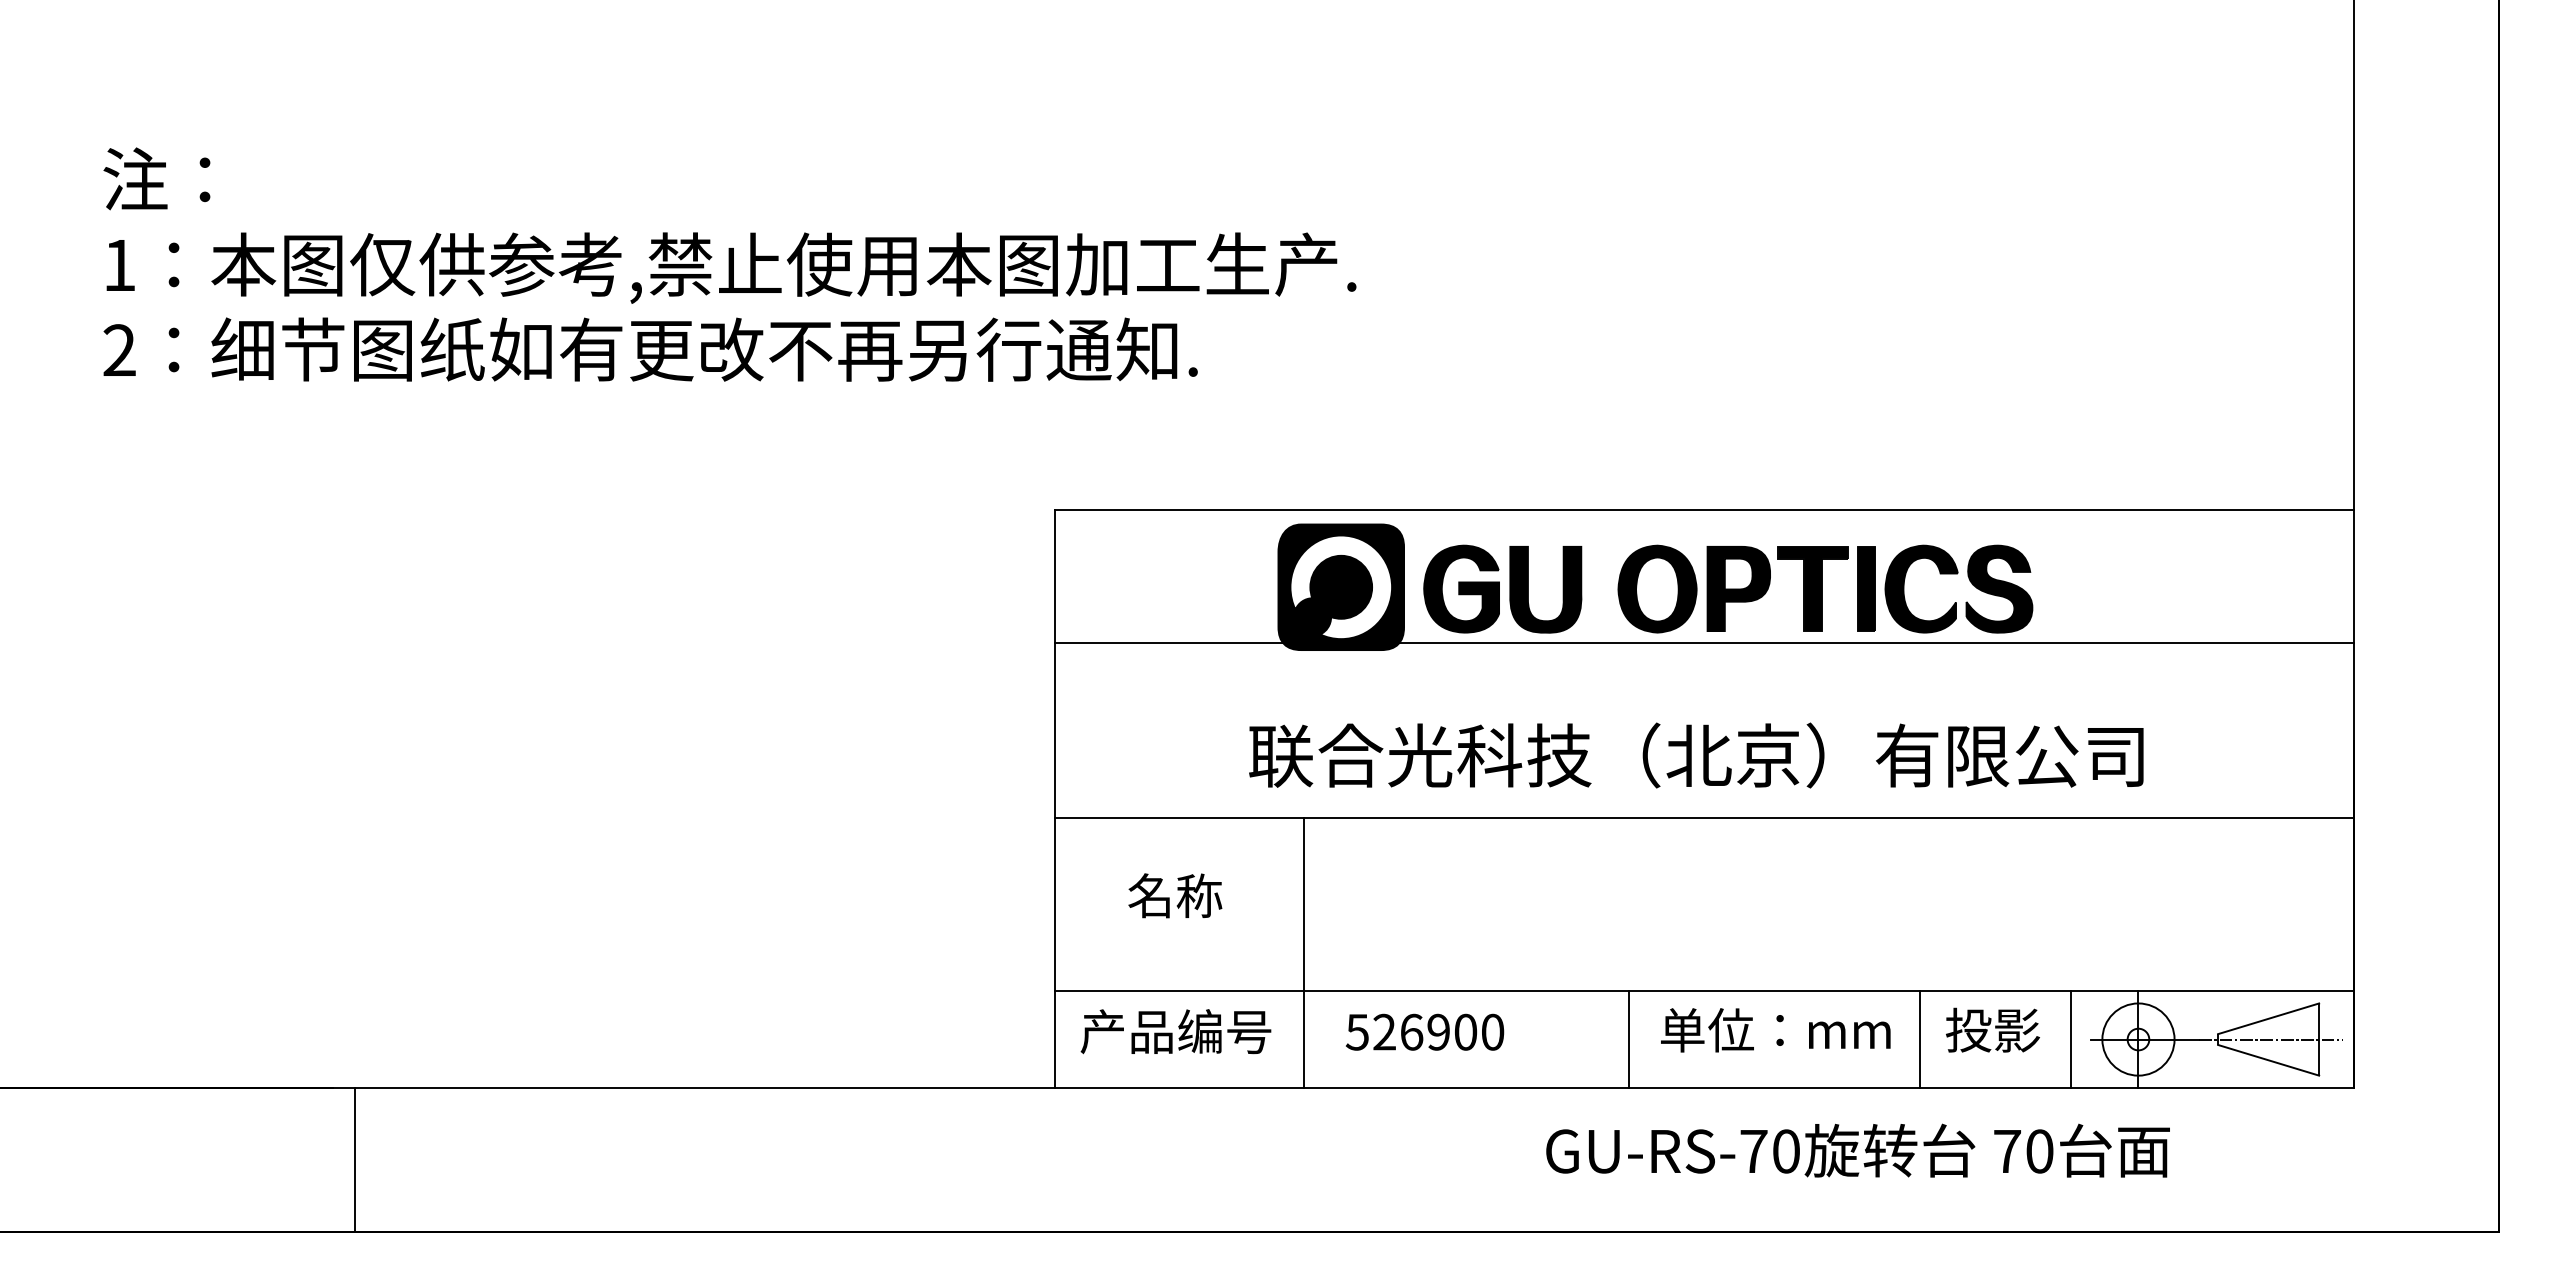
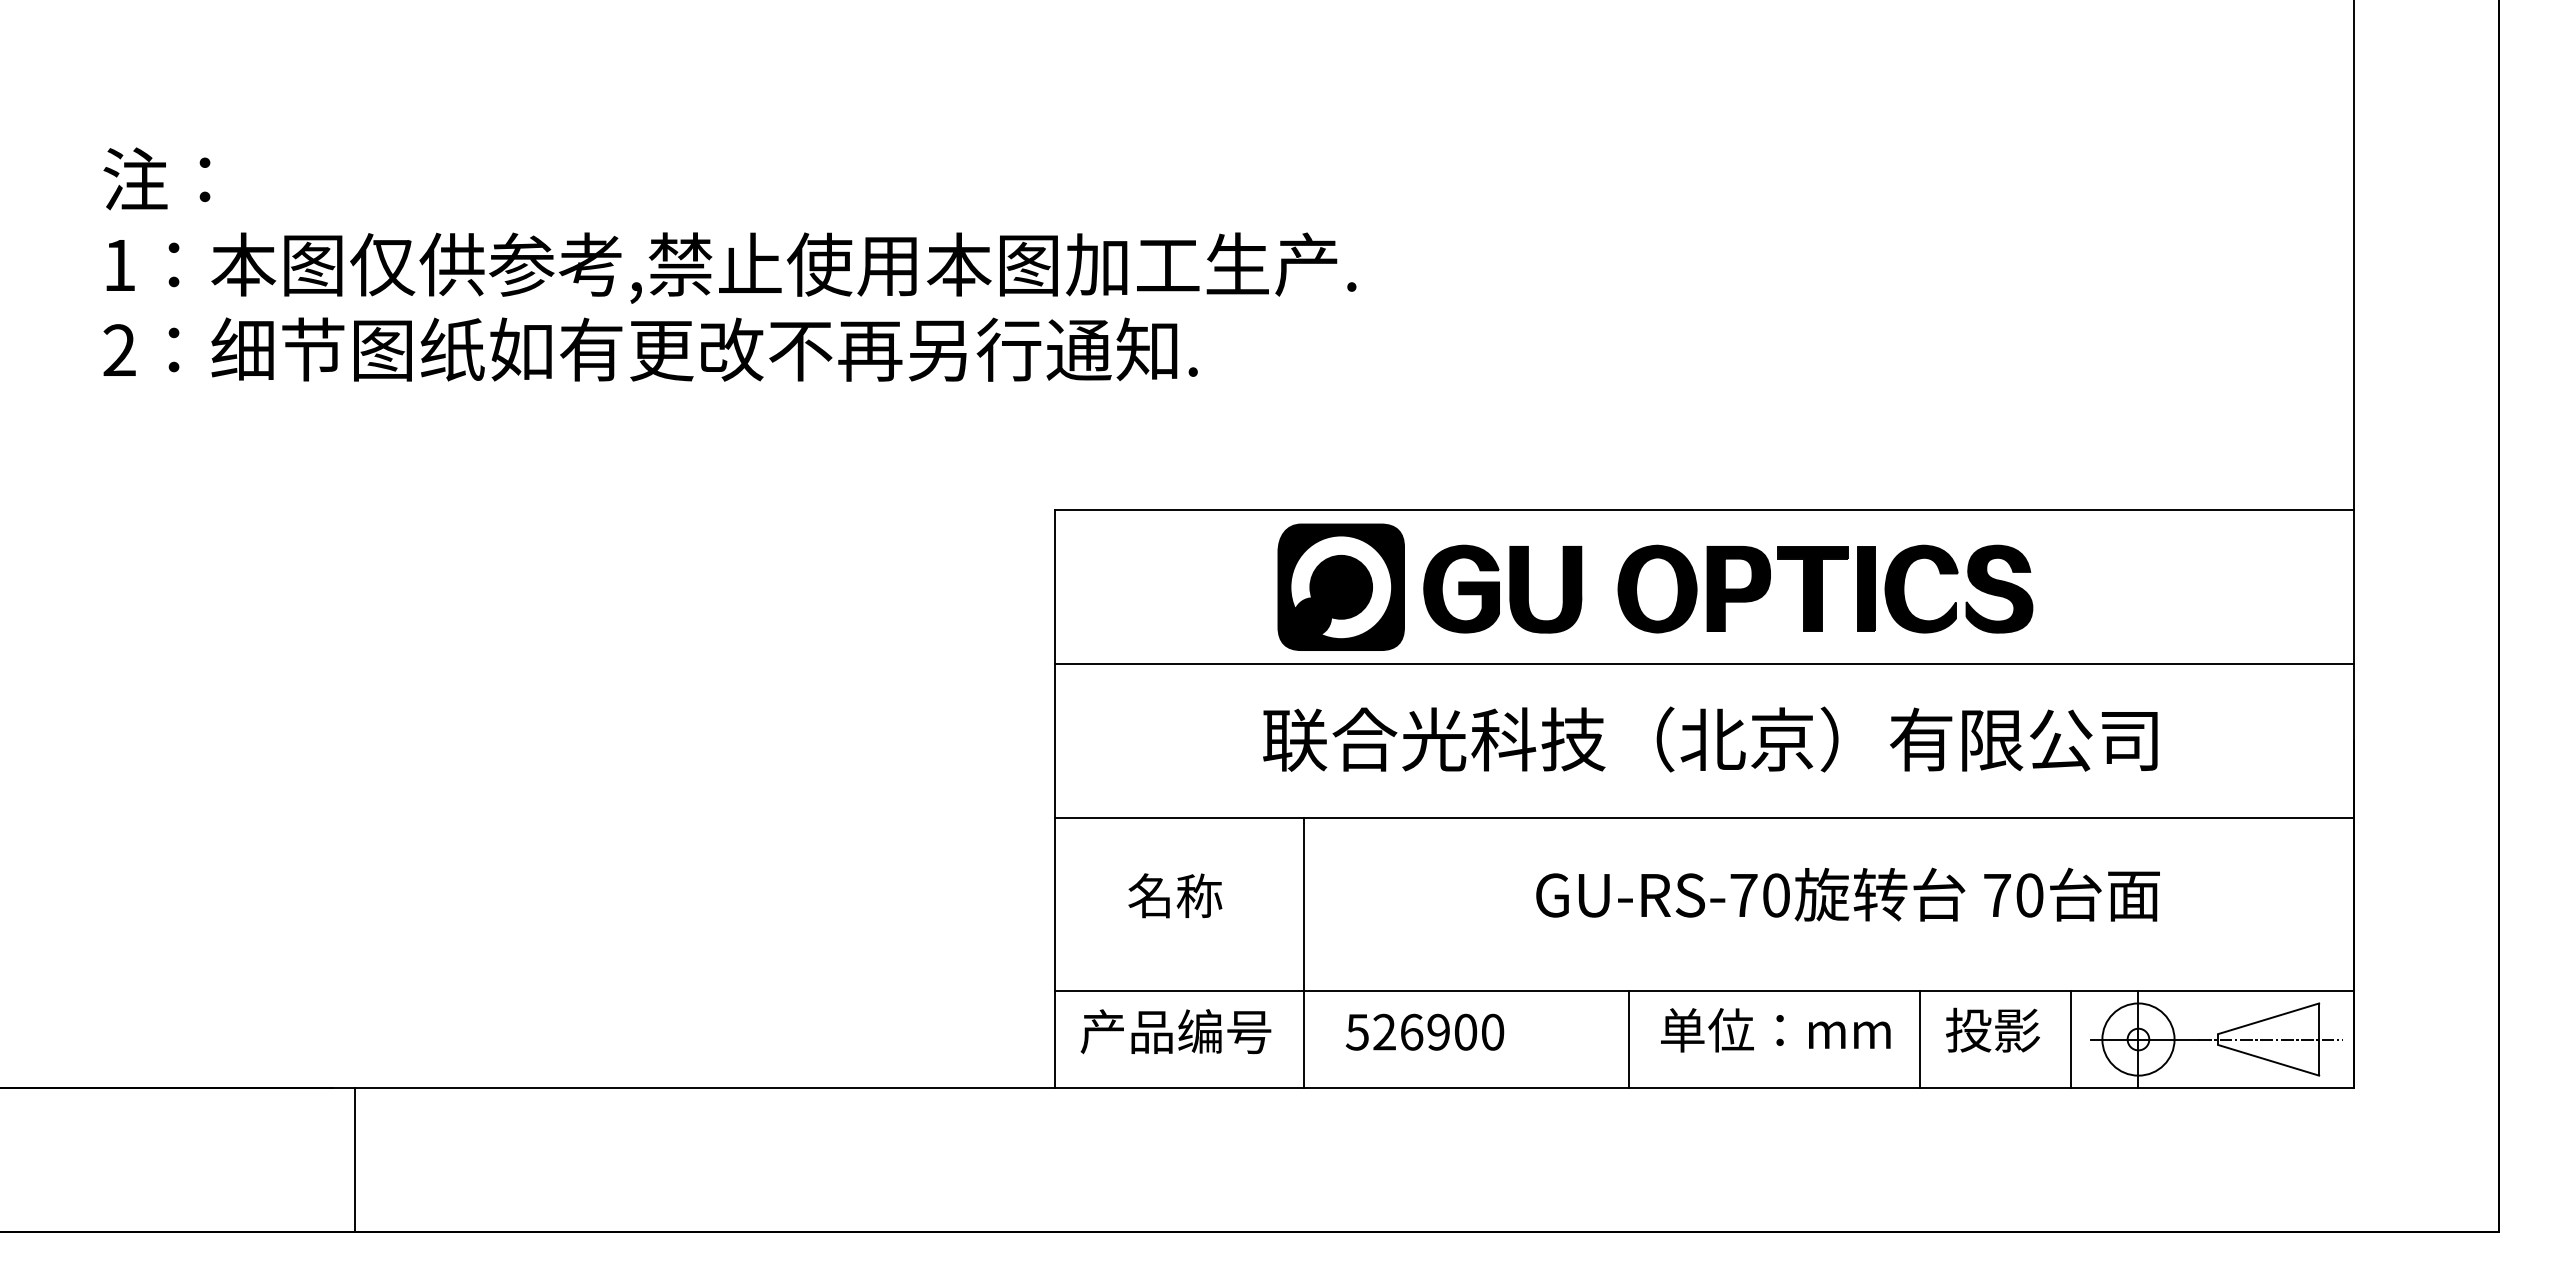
line at (1704, 643) position: (1704, 643) -> (1704, 664)
text at (1696, 755) position: (1696, 755) -> (1710, 739)
text at (1857, 1150) position: (1857, 1150) -> (1847, 894)
